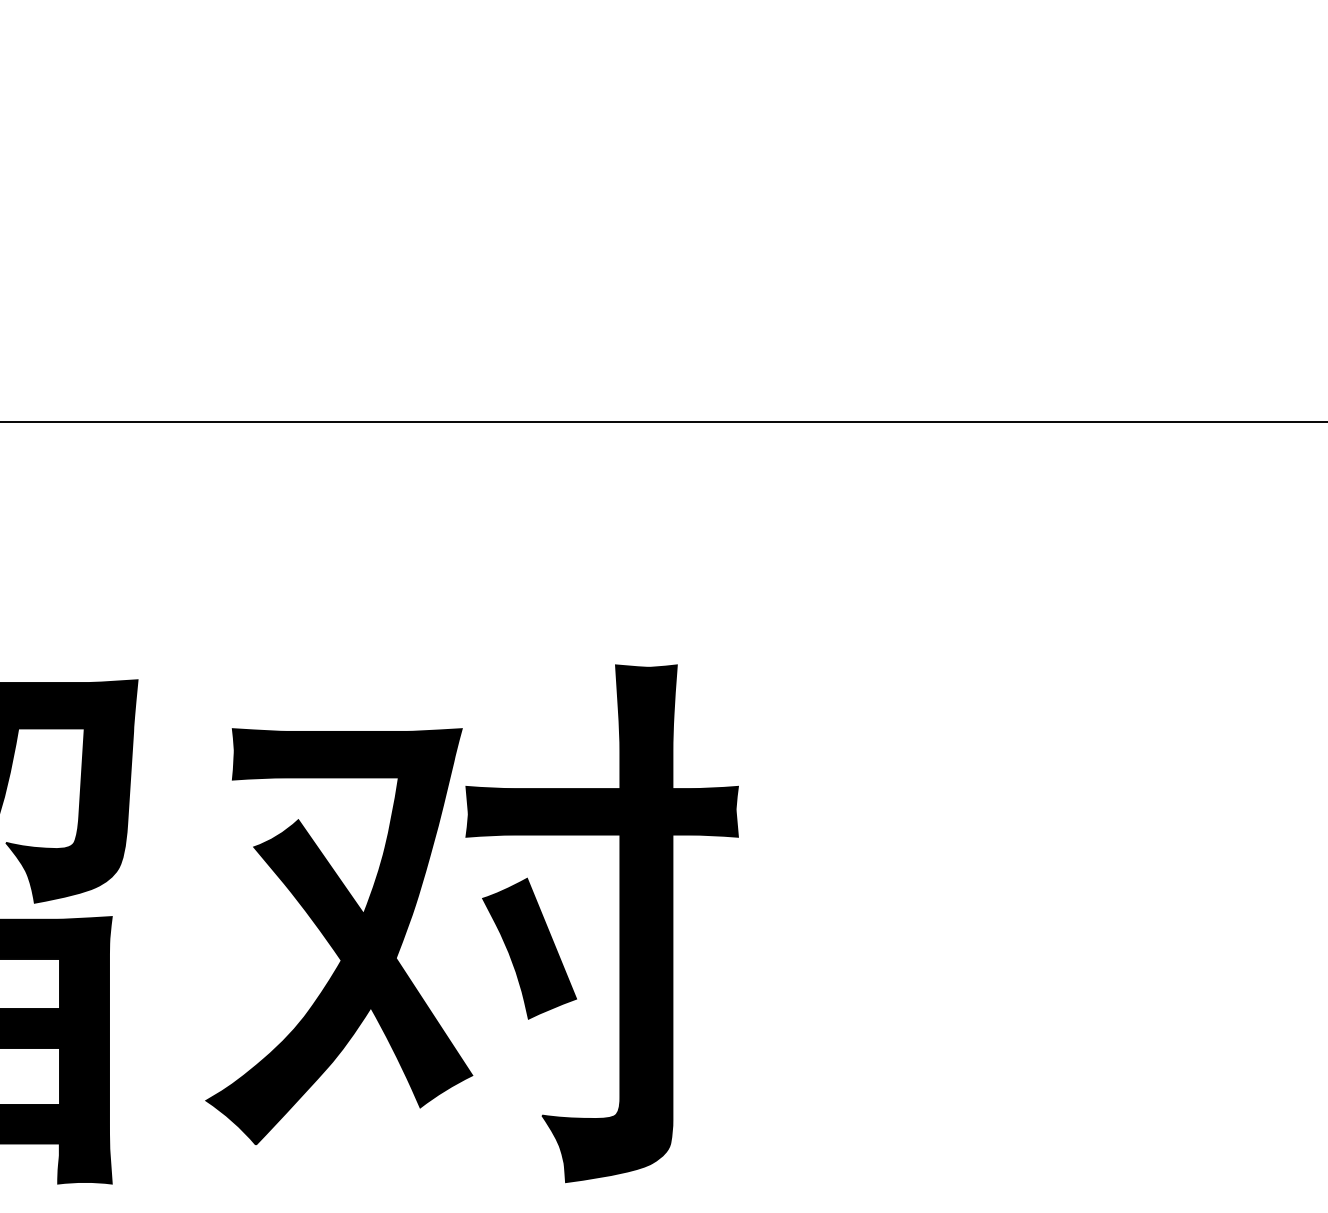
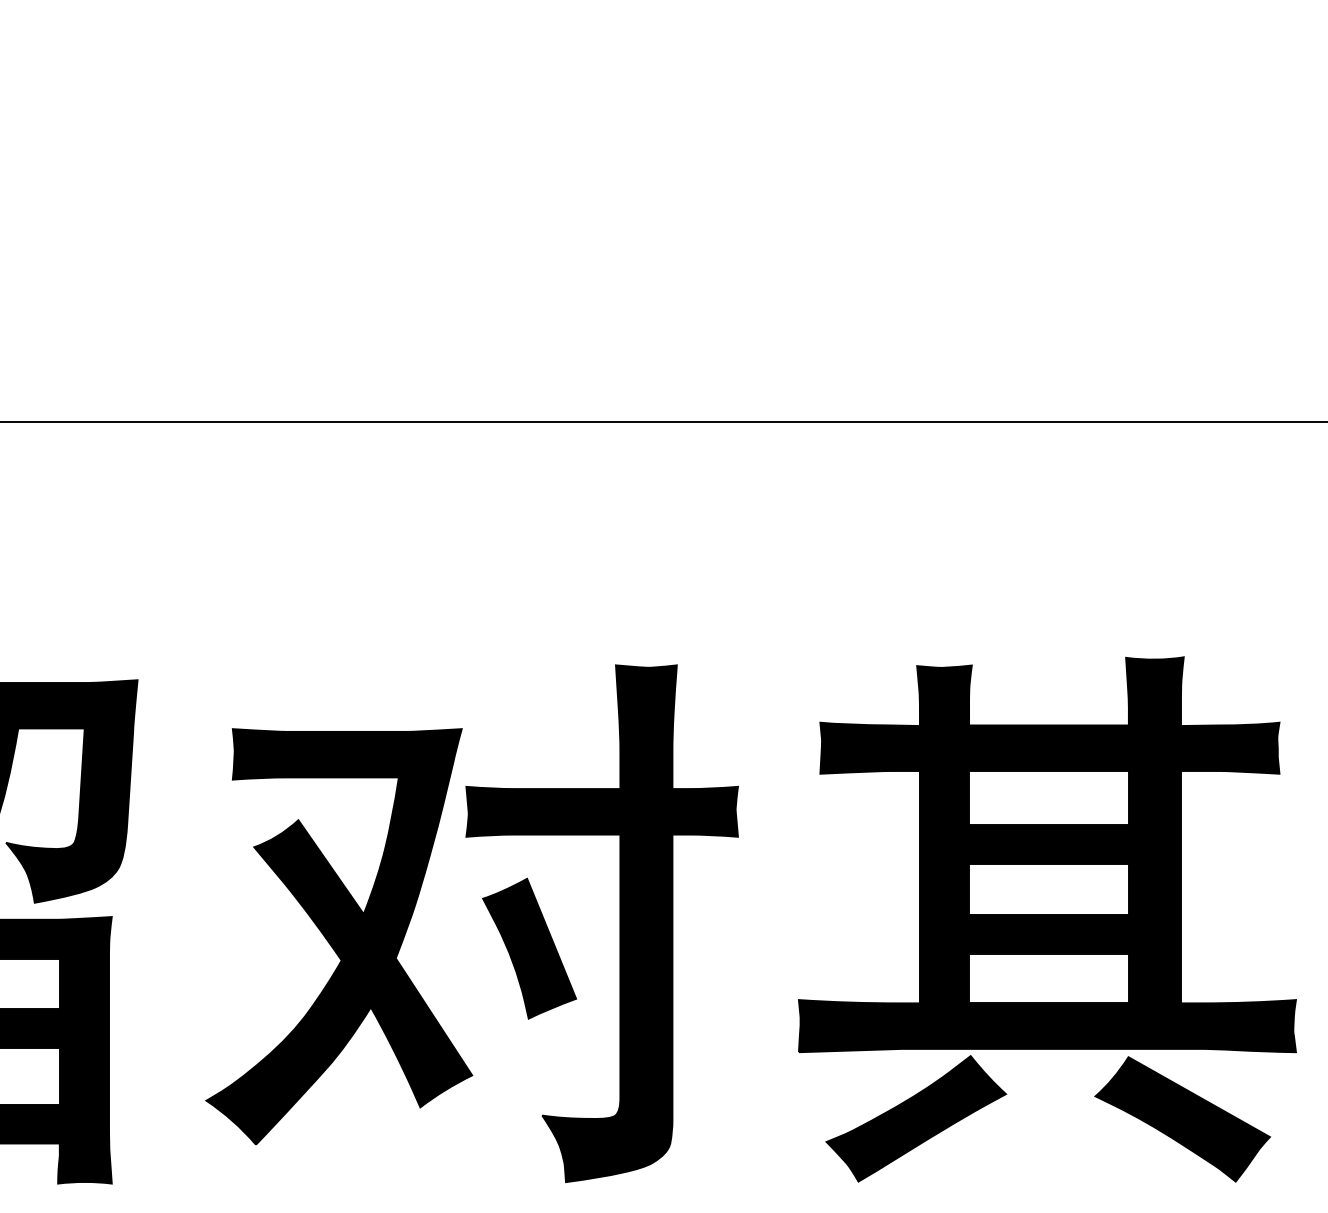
part at (1047, 919): none -> present
